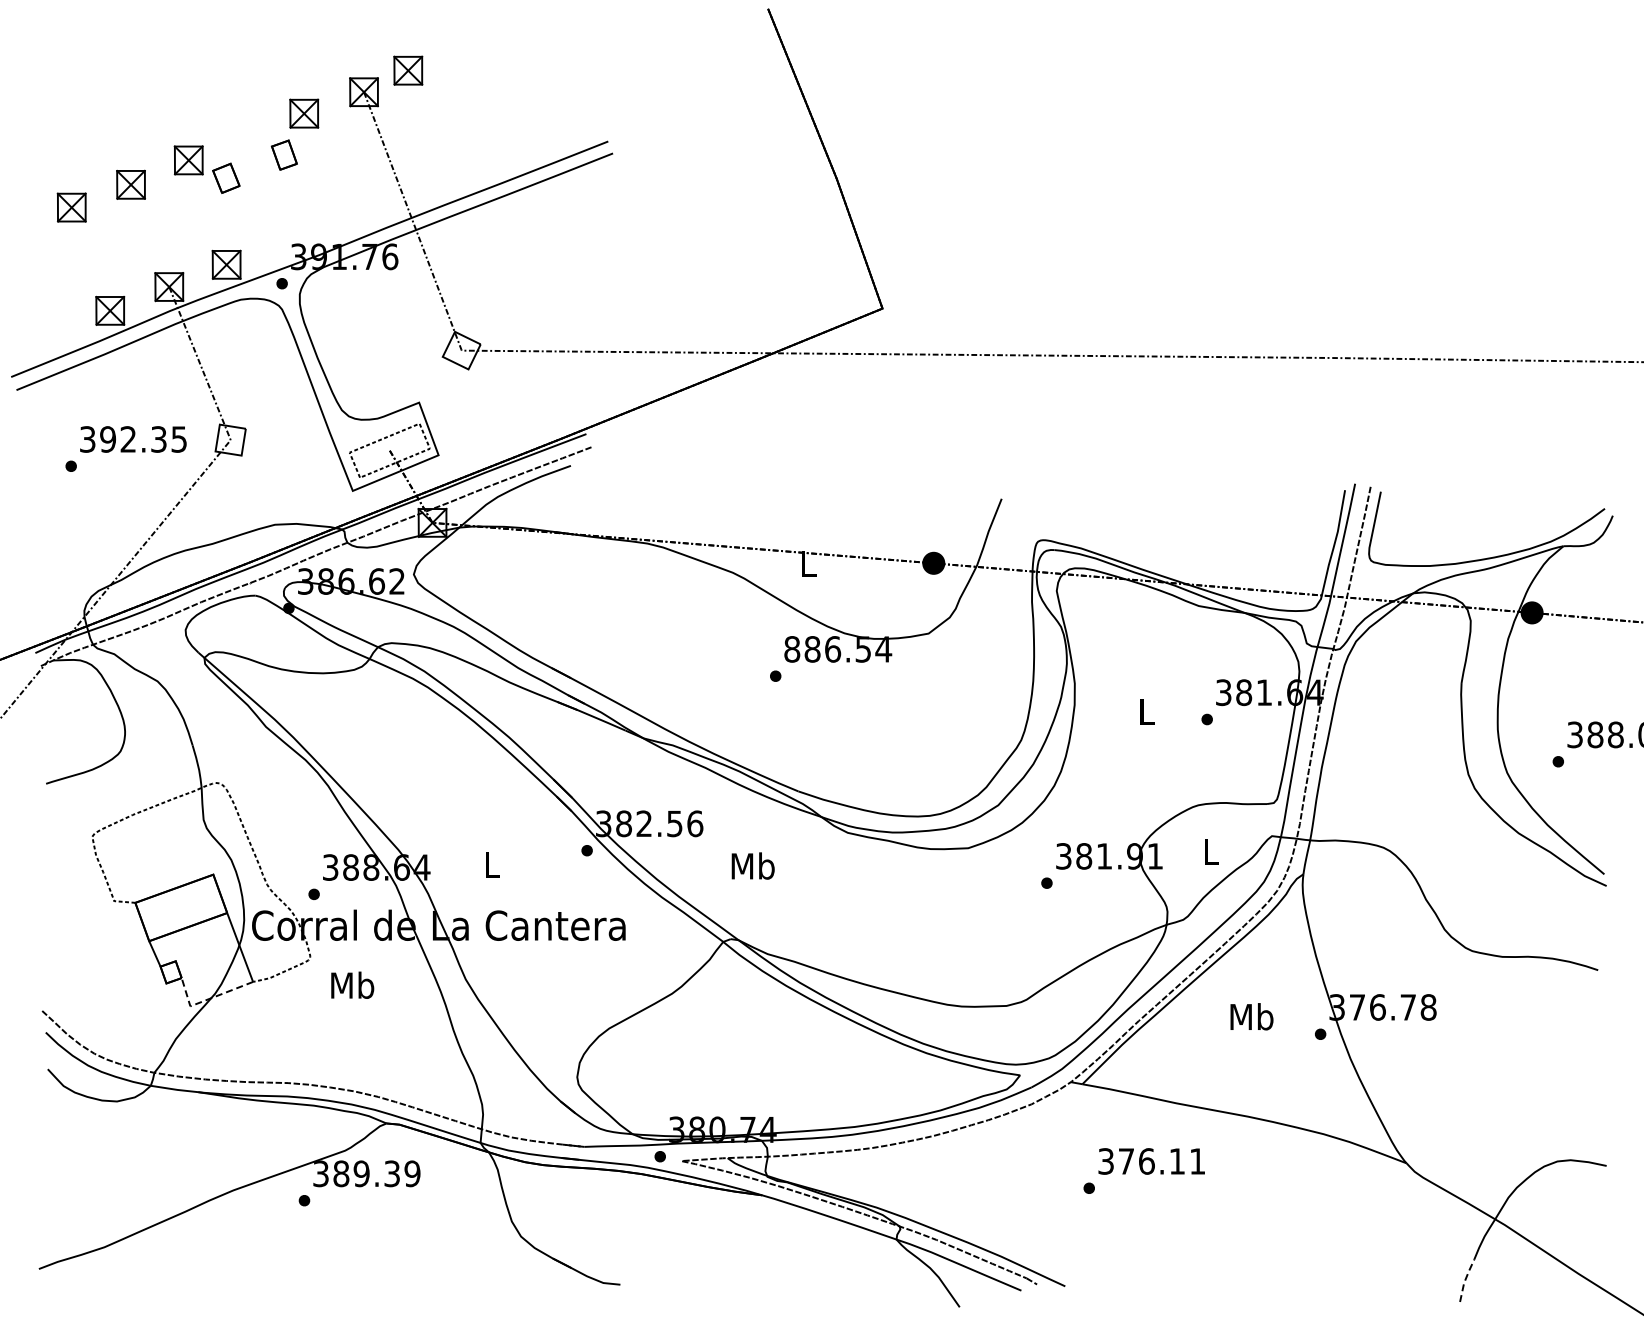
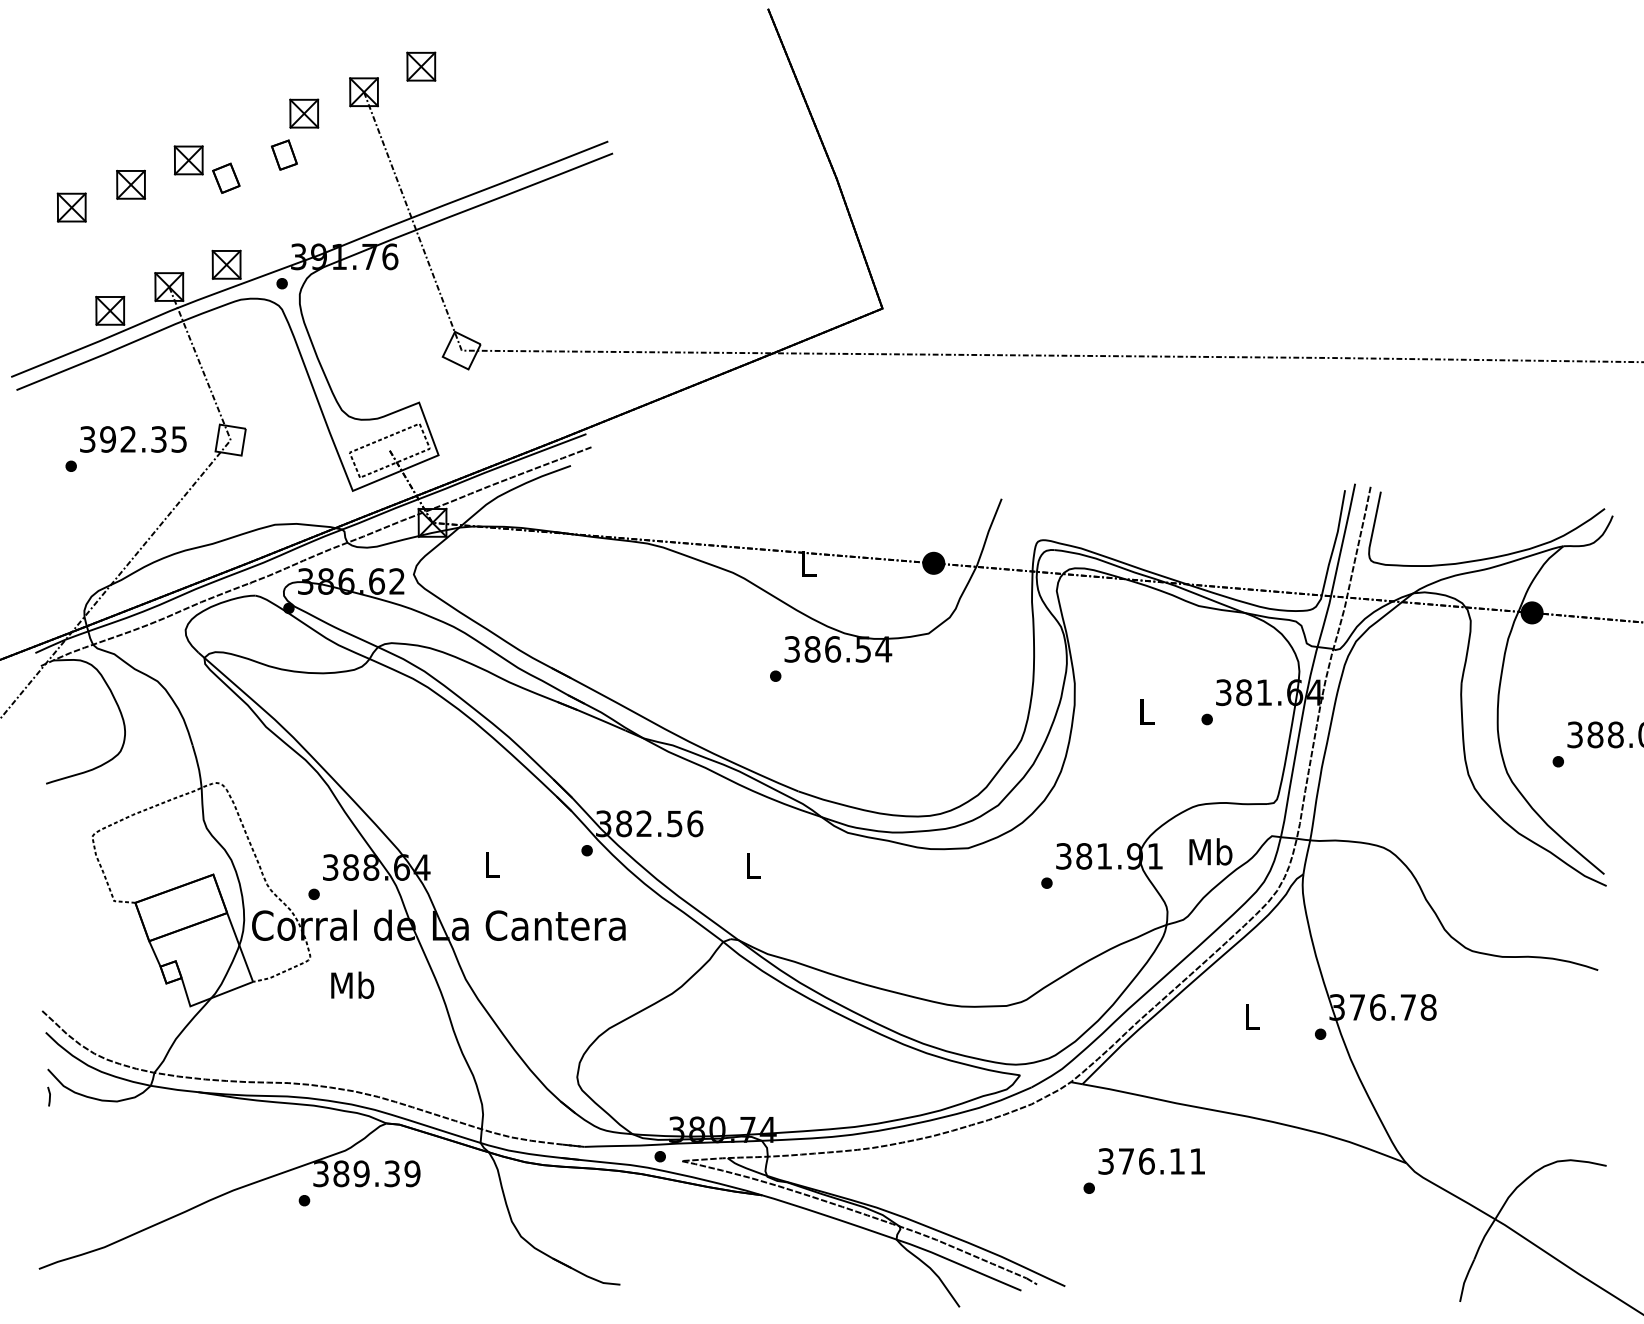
part at (408, 70) position: (408, 70) -> (421, 66)
text at (792, 649): 886.54 -> 386.54
text at (1210, 851): L -> Mb
text at (752, 865): Mb -> L
line at (206, 999): dashed -> solid
text at (1251, 1016): Mb -> L
line at (49, 1096): none -> present
line at (1465, 1280): dashed -> solid
